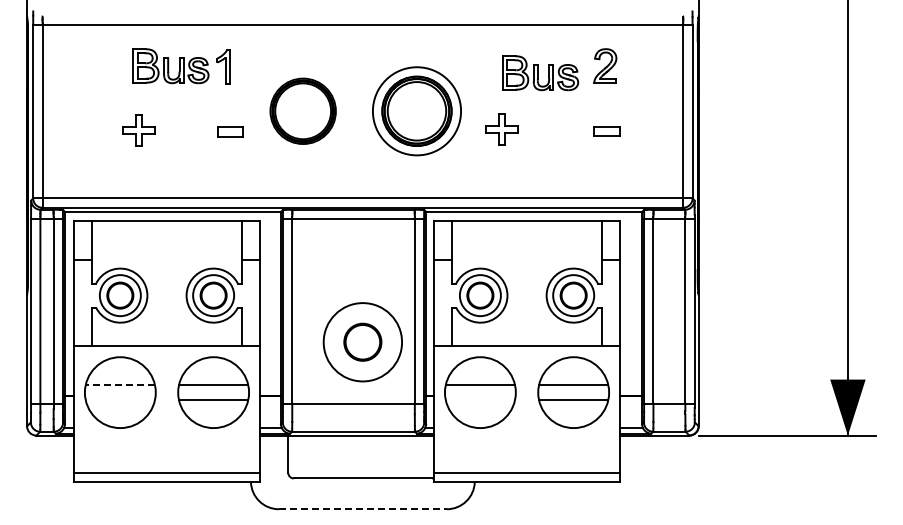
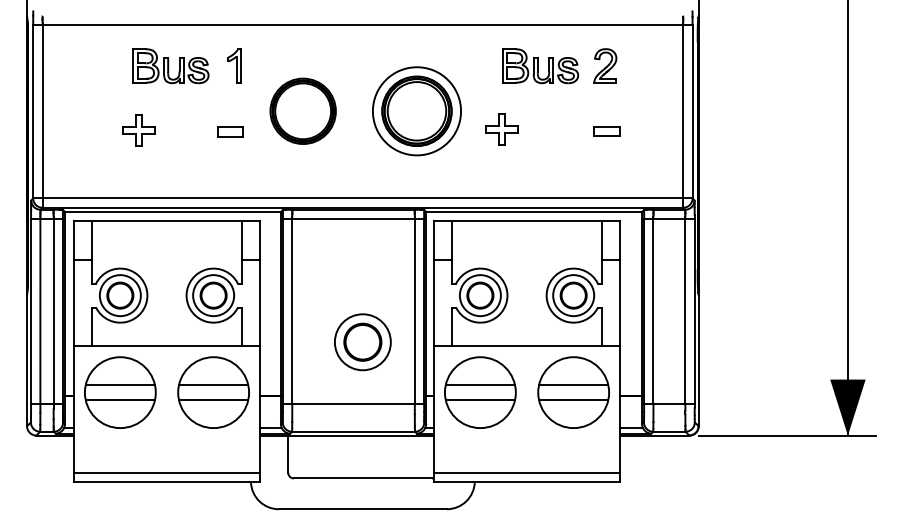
part at (223, 66) position: (223, 66) -> (234, 65)
part at (540, 73) position: (540, 73) -> (540, 66)
circle at (362, 342) diameter: 78 px -> 56 px
line at (120, 385): dashed -> solid
line at (120, 400): none -> present
line at (480, 400): none -> present
line at (362, 509): dashed -> solid
